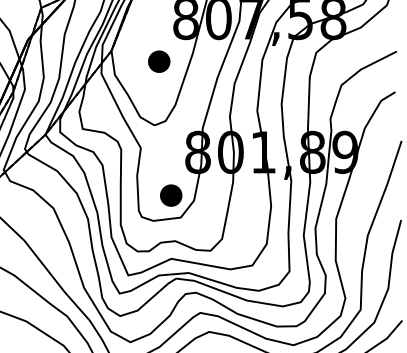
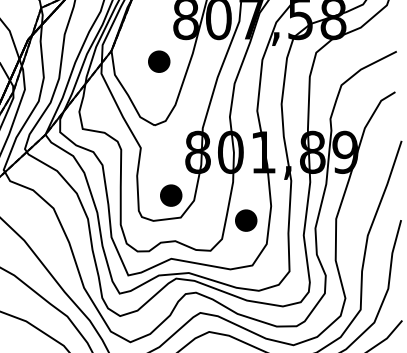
part at (246, 220): none -> present
